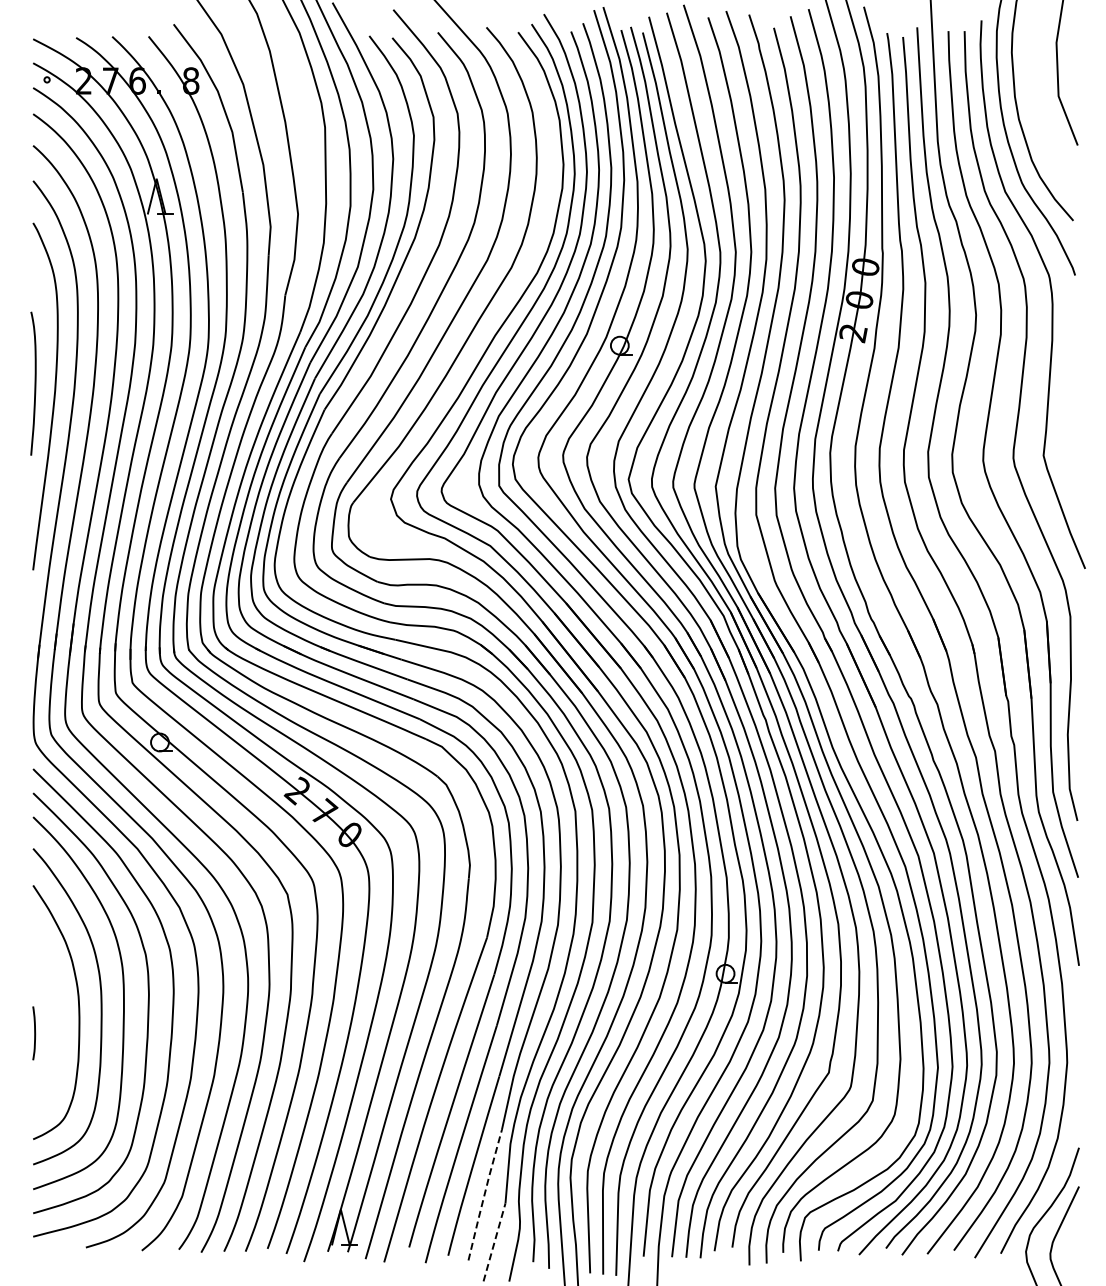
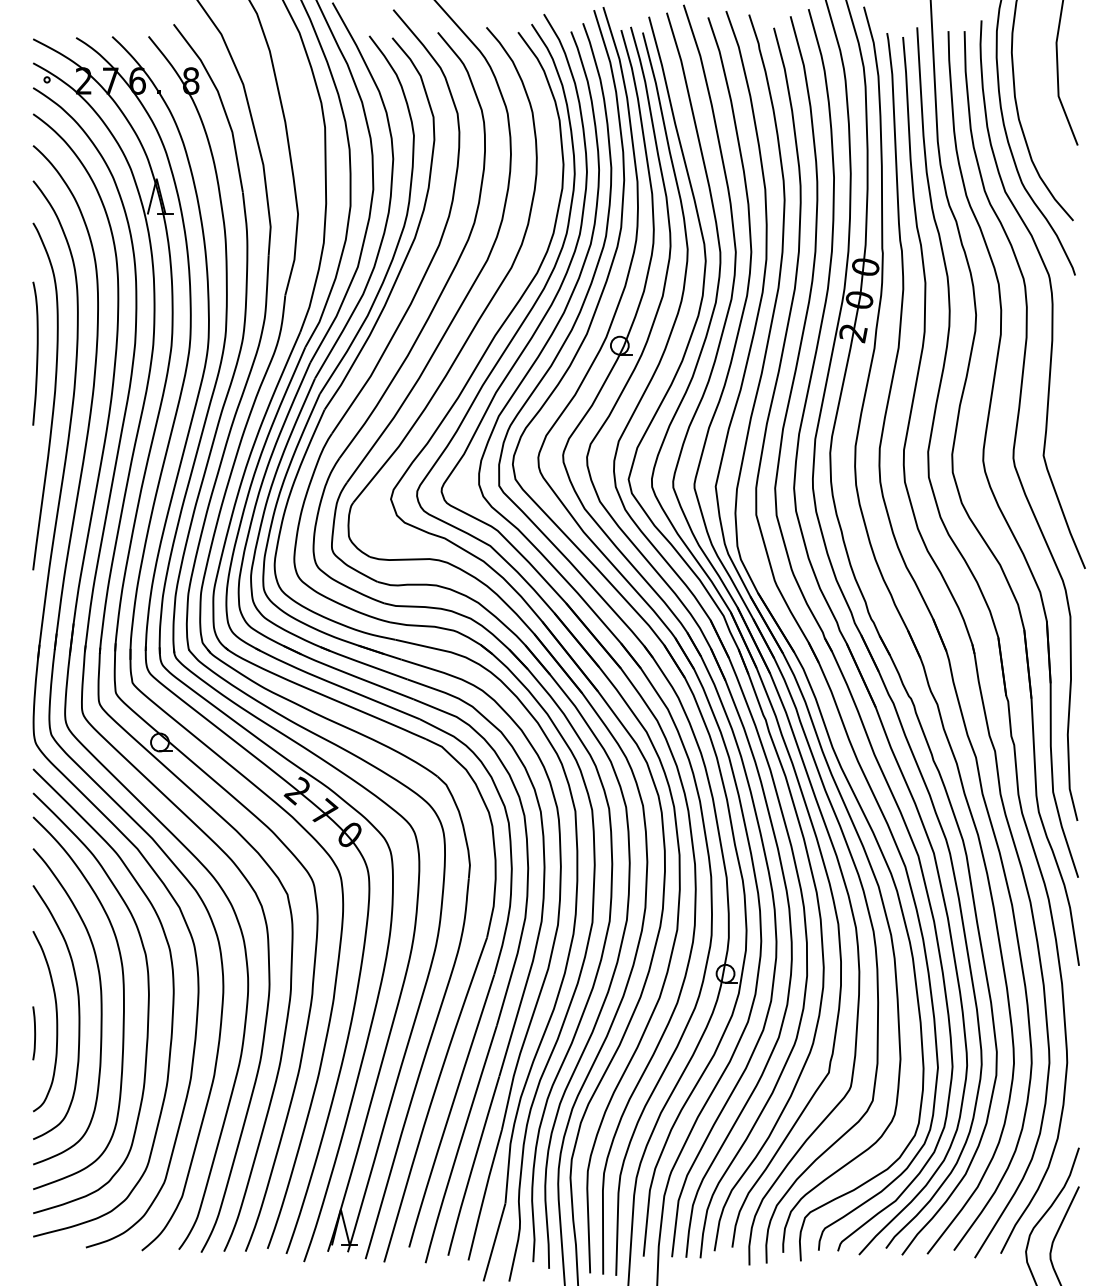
curve at (34, 383) position: (34, 383) -> (36, 353)
curve at (56, 1021): none -> present
line at (484, 1194): dashed -> solid
line at (494, 1242): dashed -> solid
